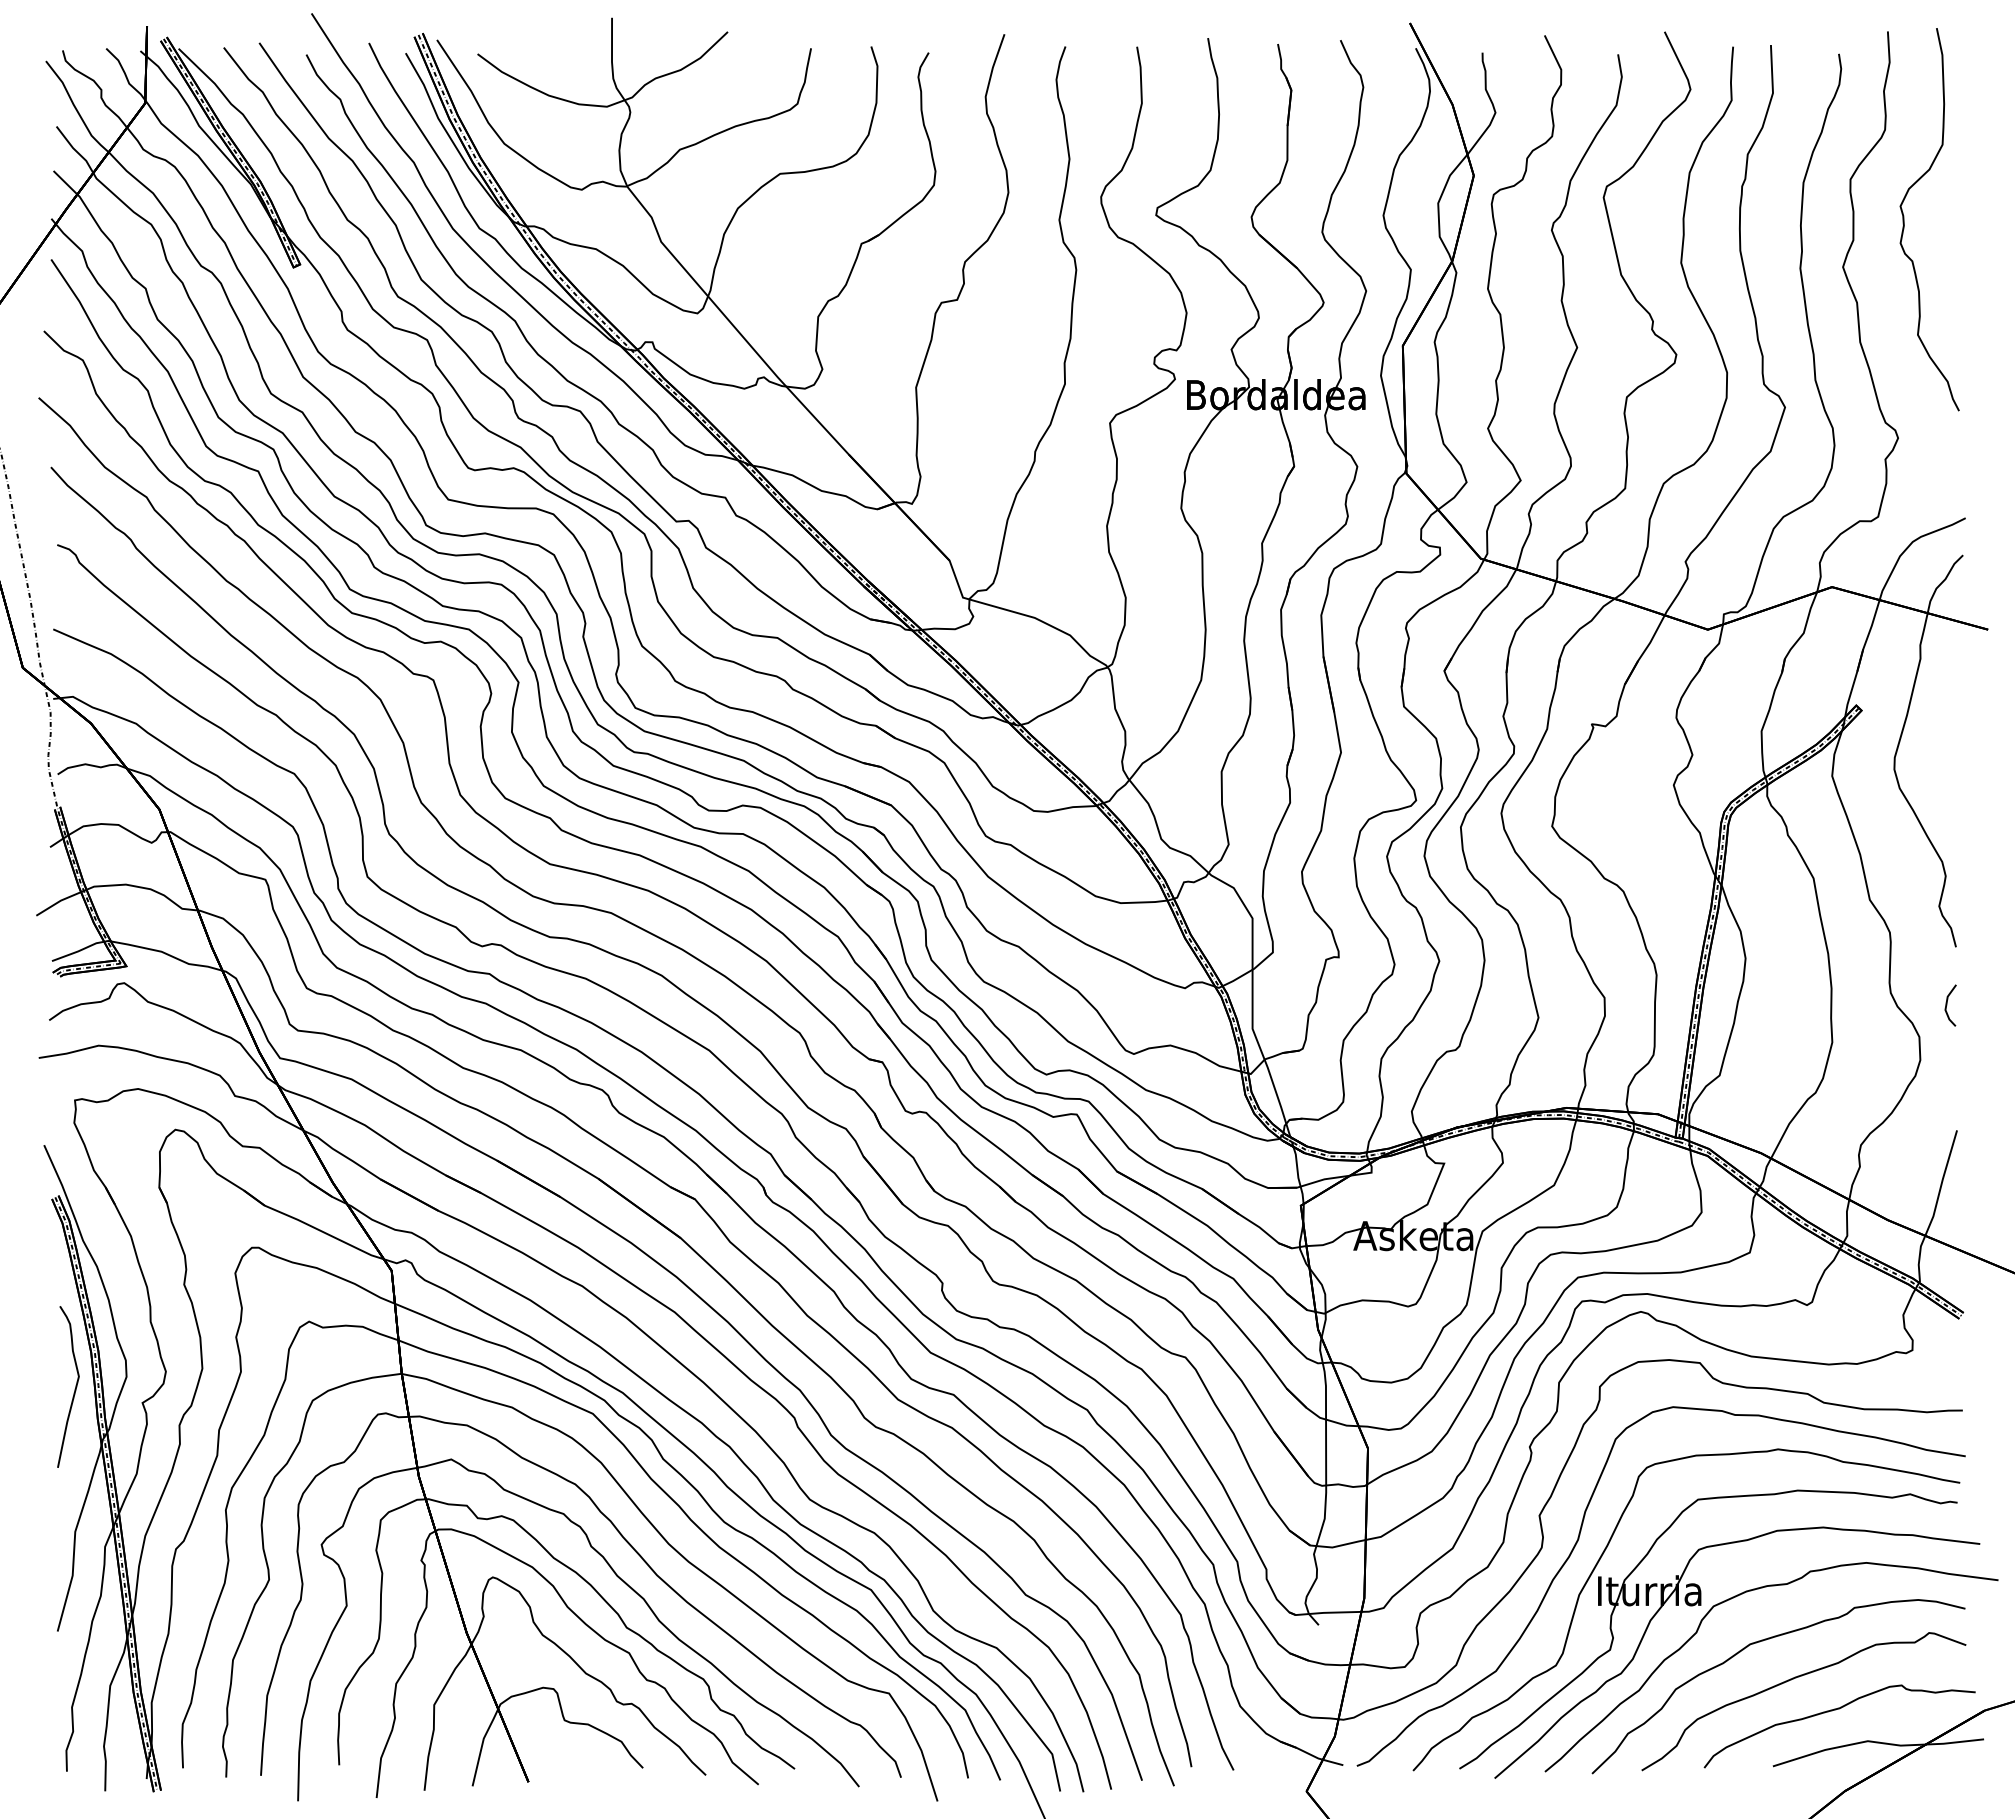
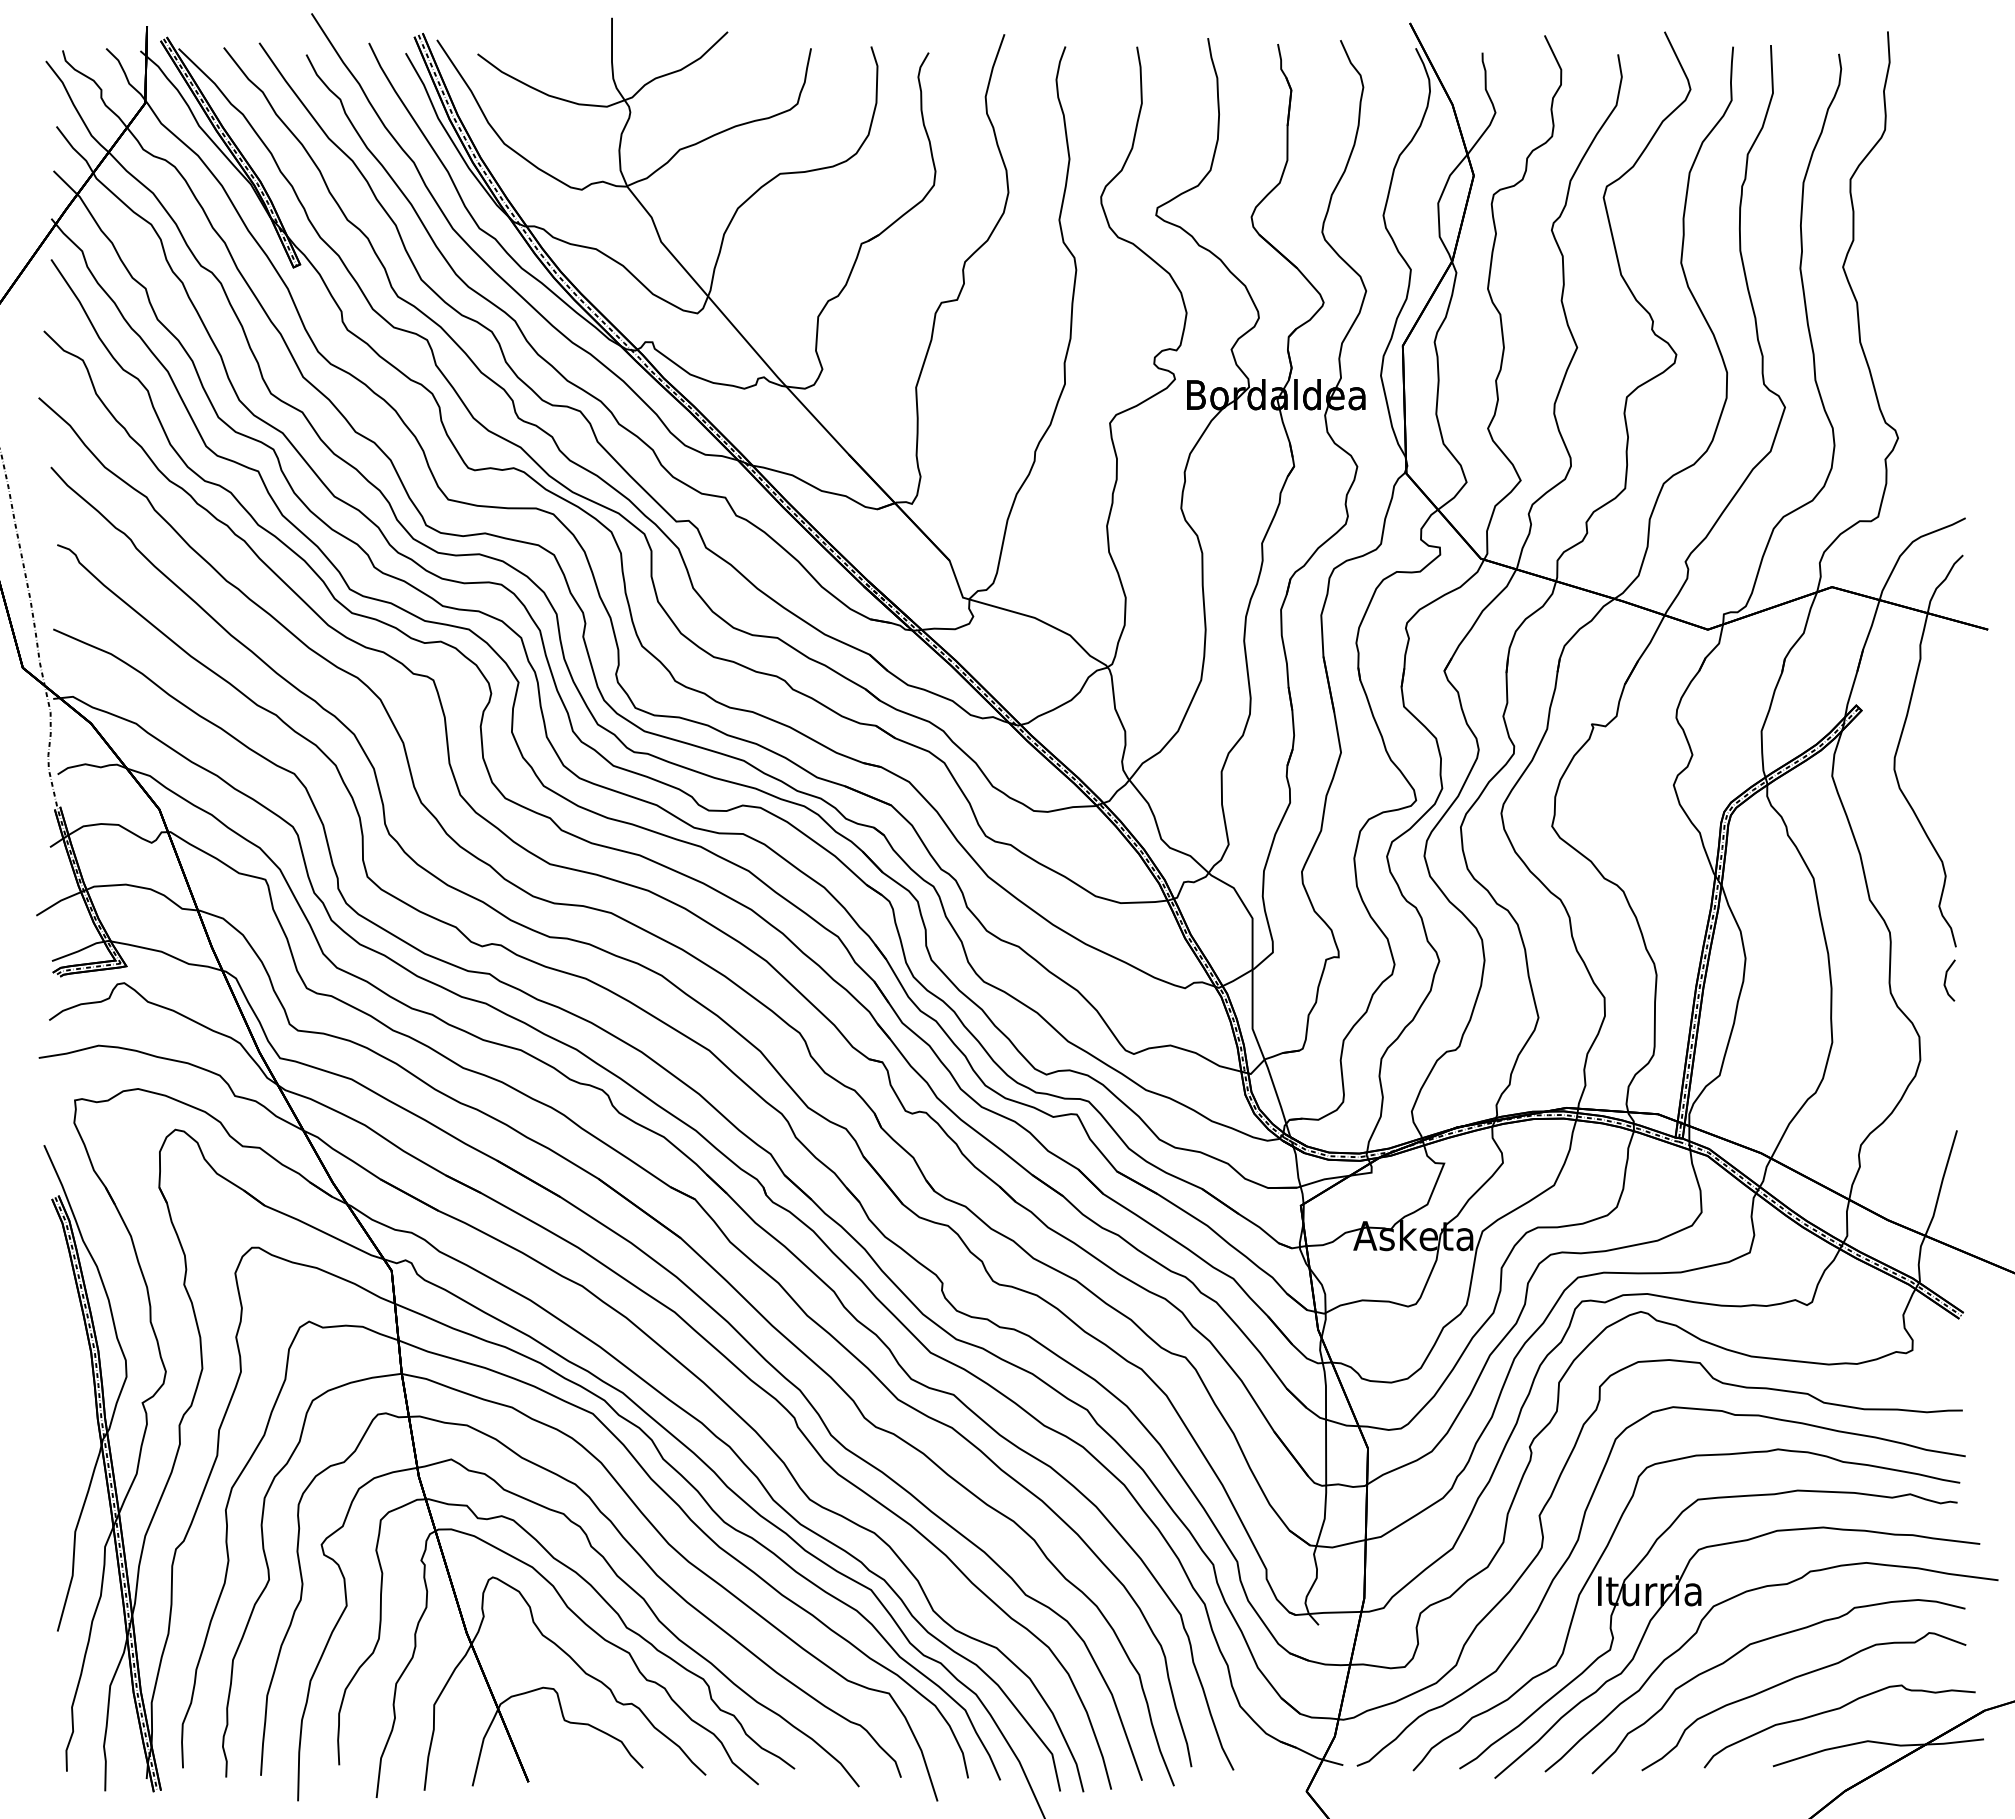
curve at (1904, 219): present -> none
line at (1947, 1005) position: (1947, 1005) -> (1946, 980)
curve at (74, 1389): present -> none
